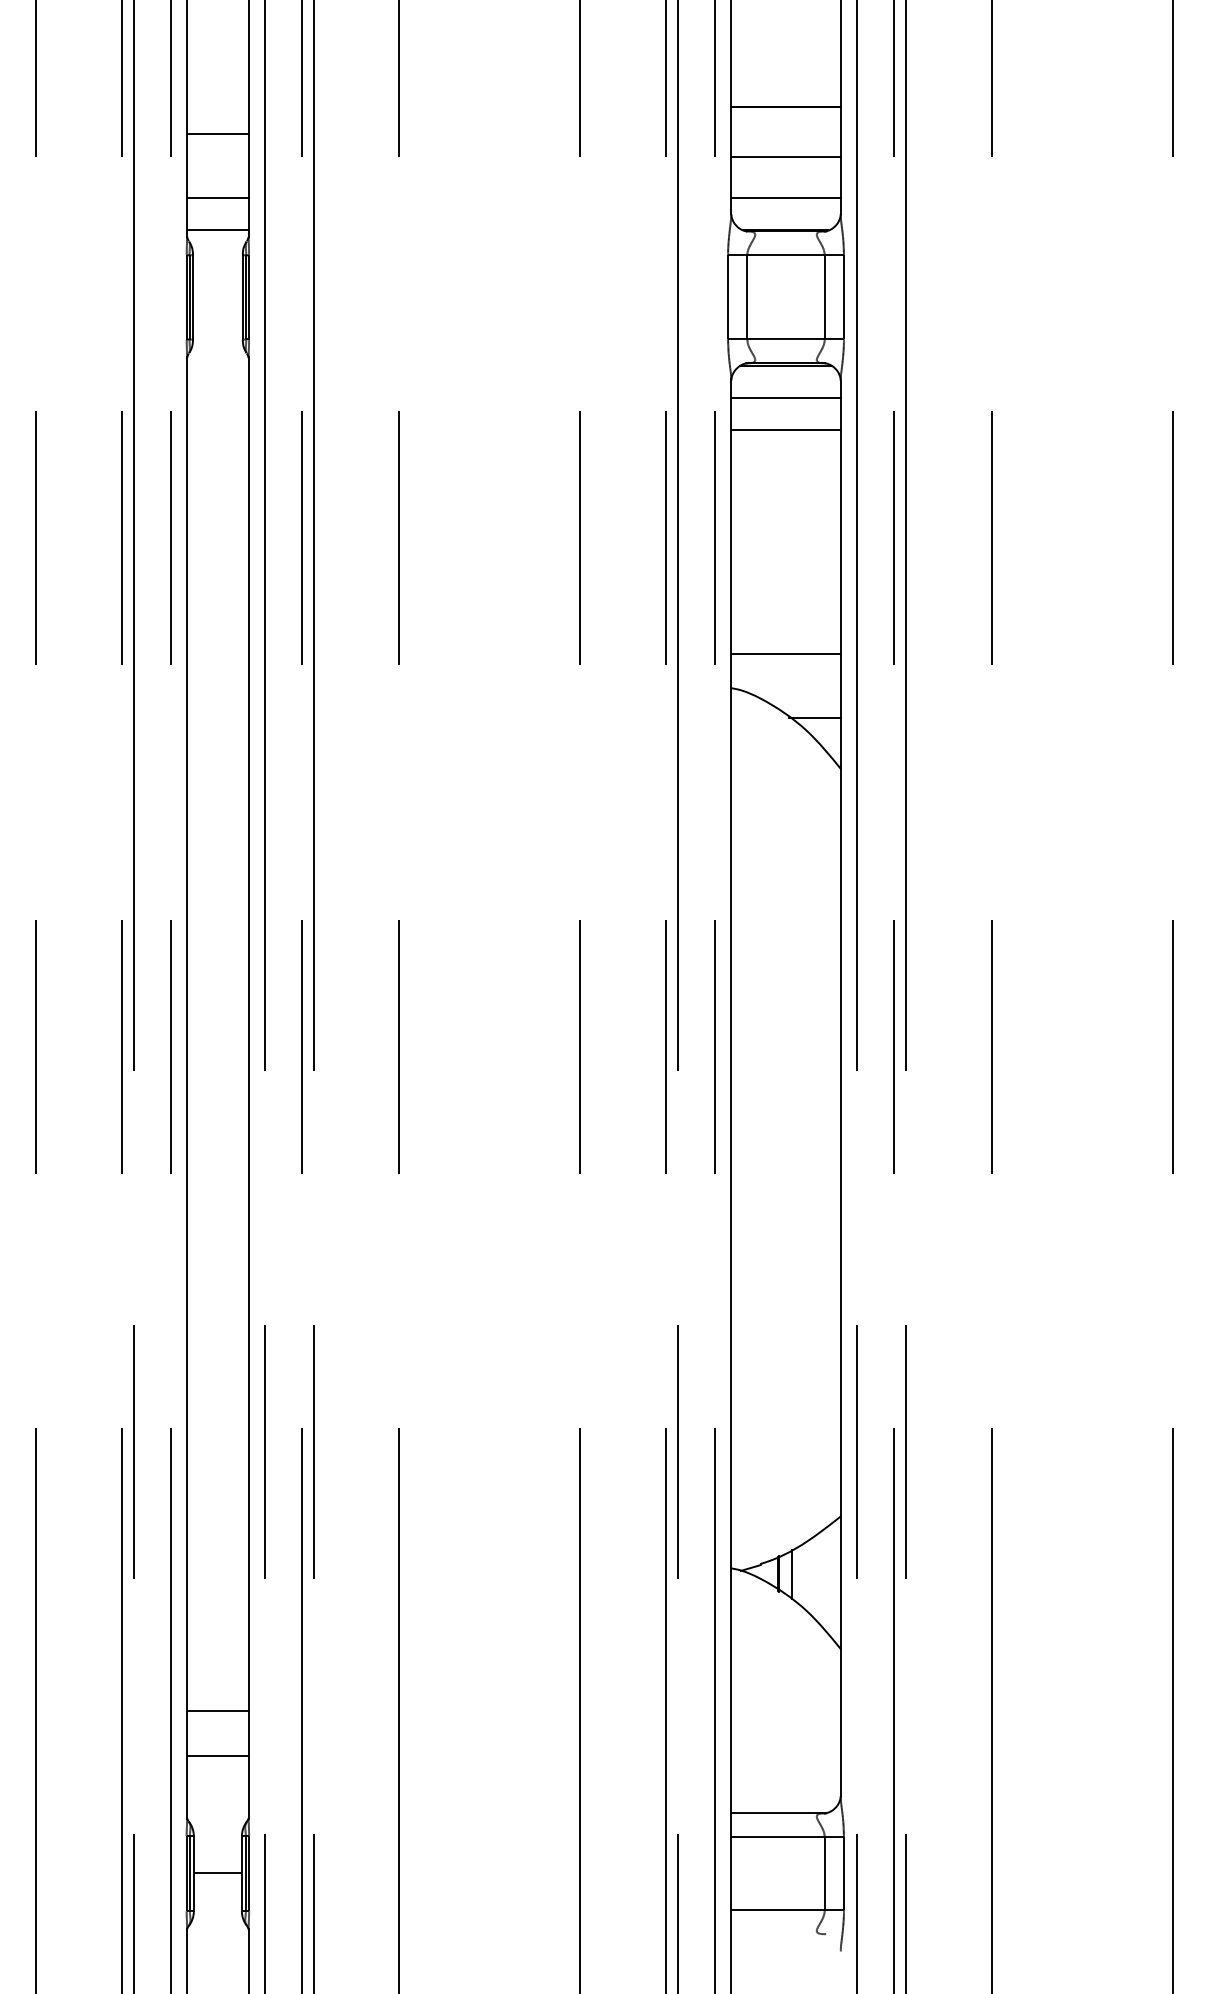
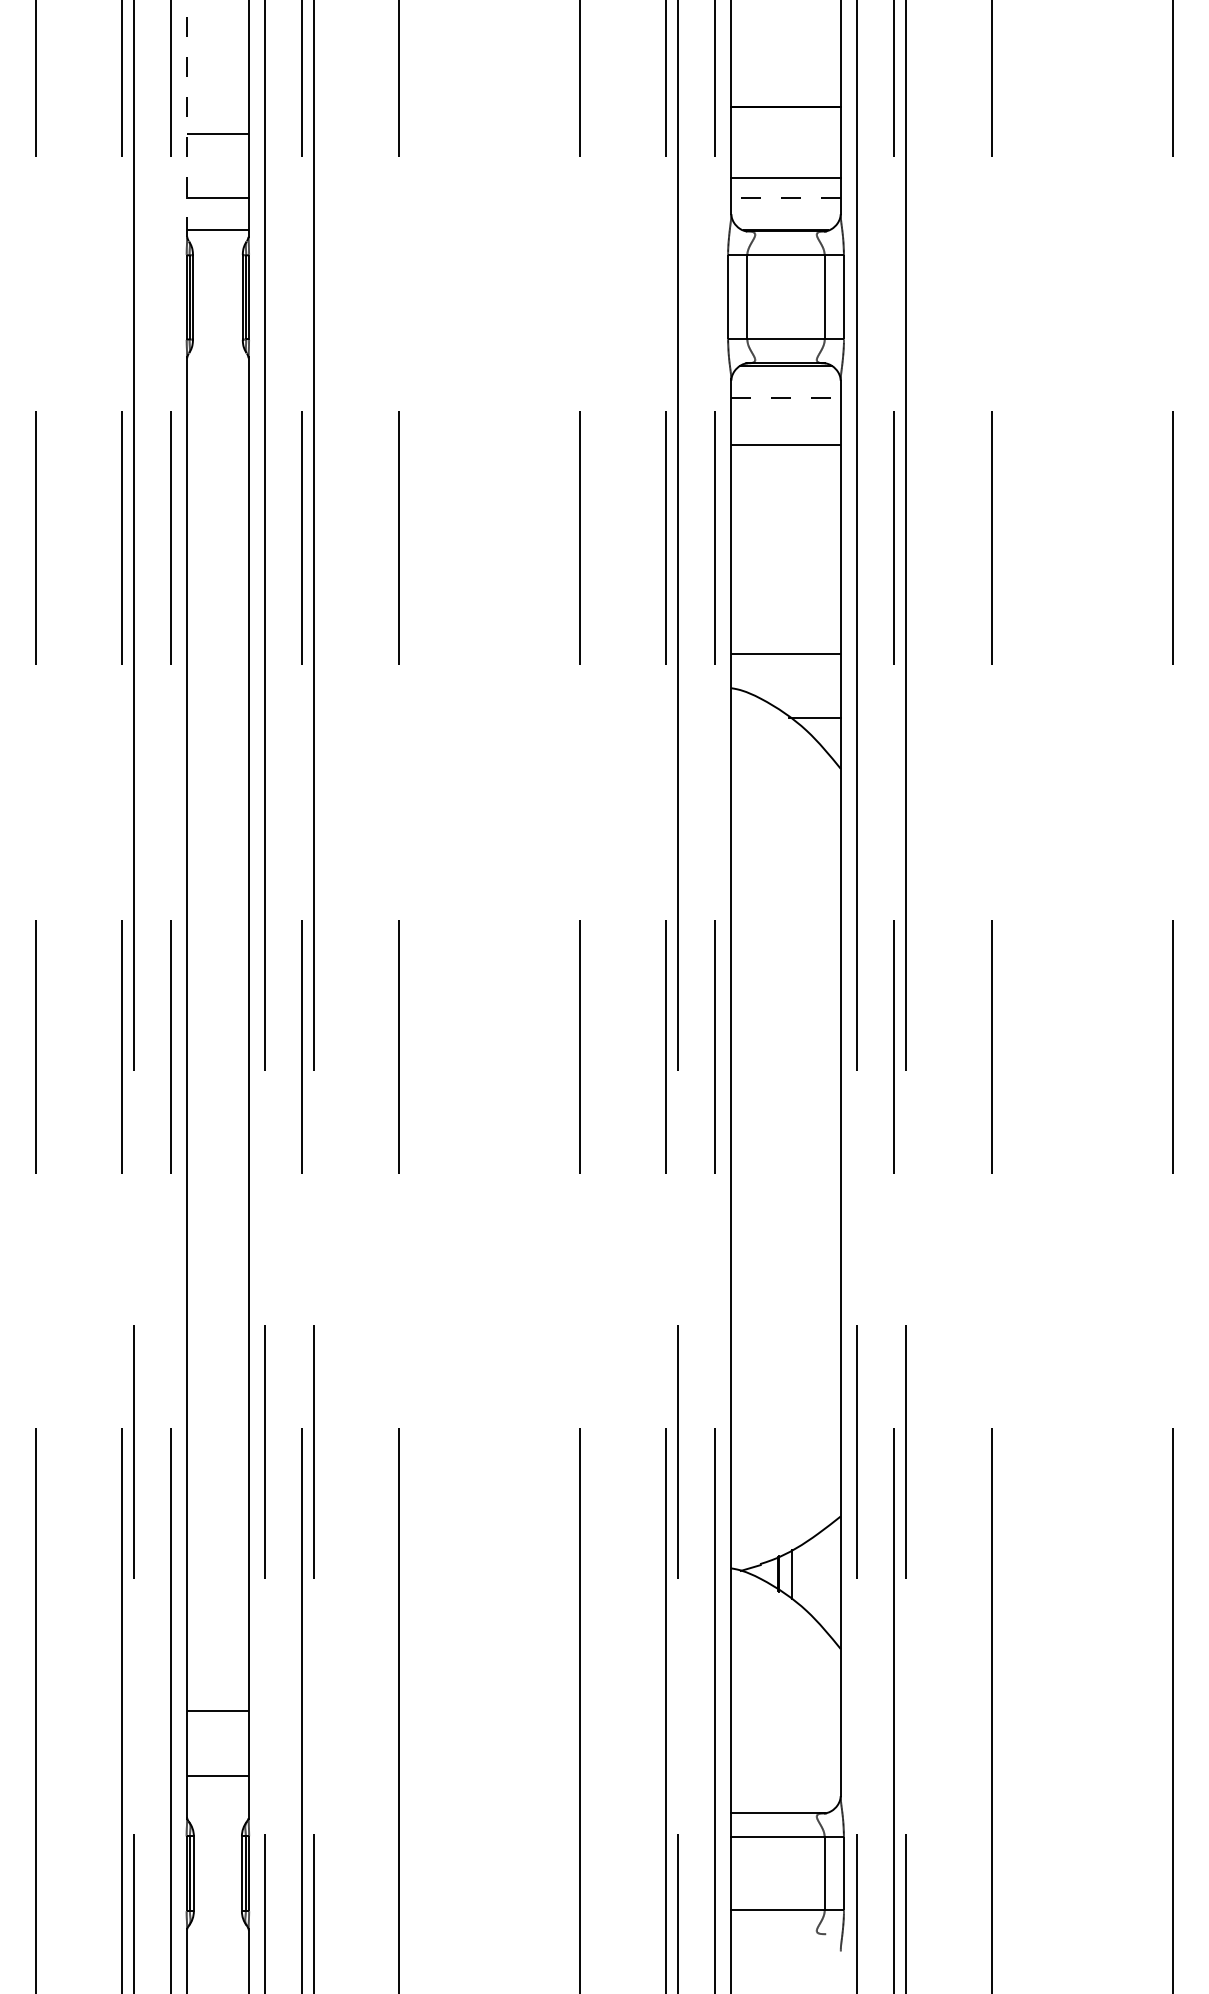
line at (187, 118): solid -> dashed
line at (785, 157) position: (785, 157) -> (785, 178)
line at (786, 198): solid -> dashed
line at (786, 398): solid -> dashed
line at (785, 430) position: (785, 430) -> (785, 445)
line at (217, 1755) position: (217, 1755) -> (217, 1775)
line at (217, 1872): present -> none
